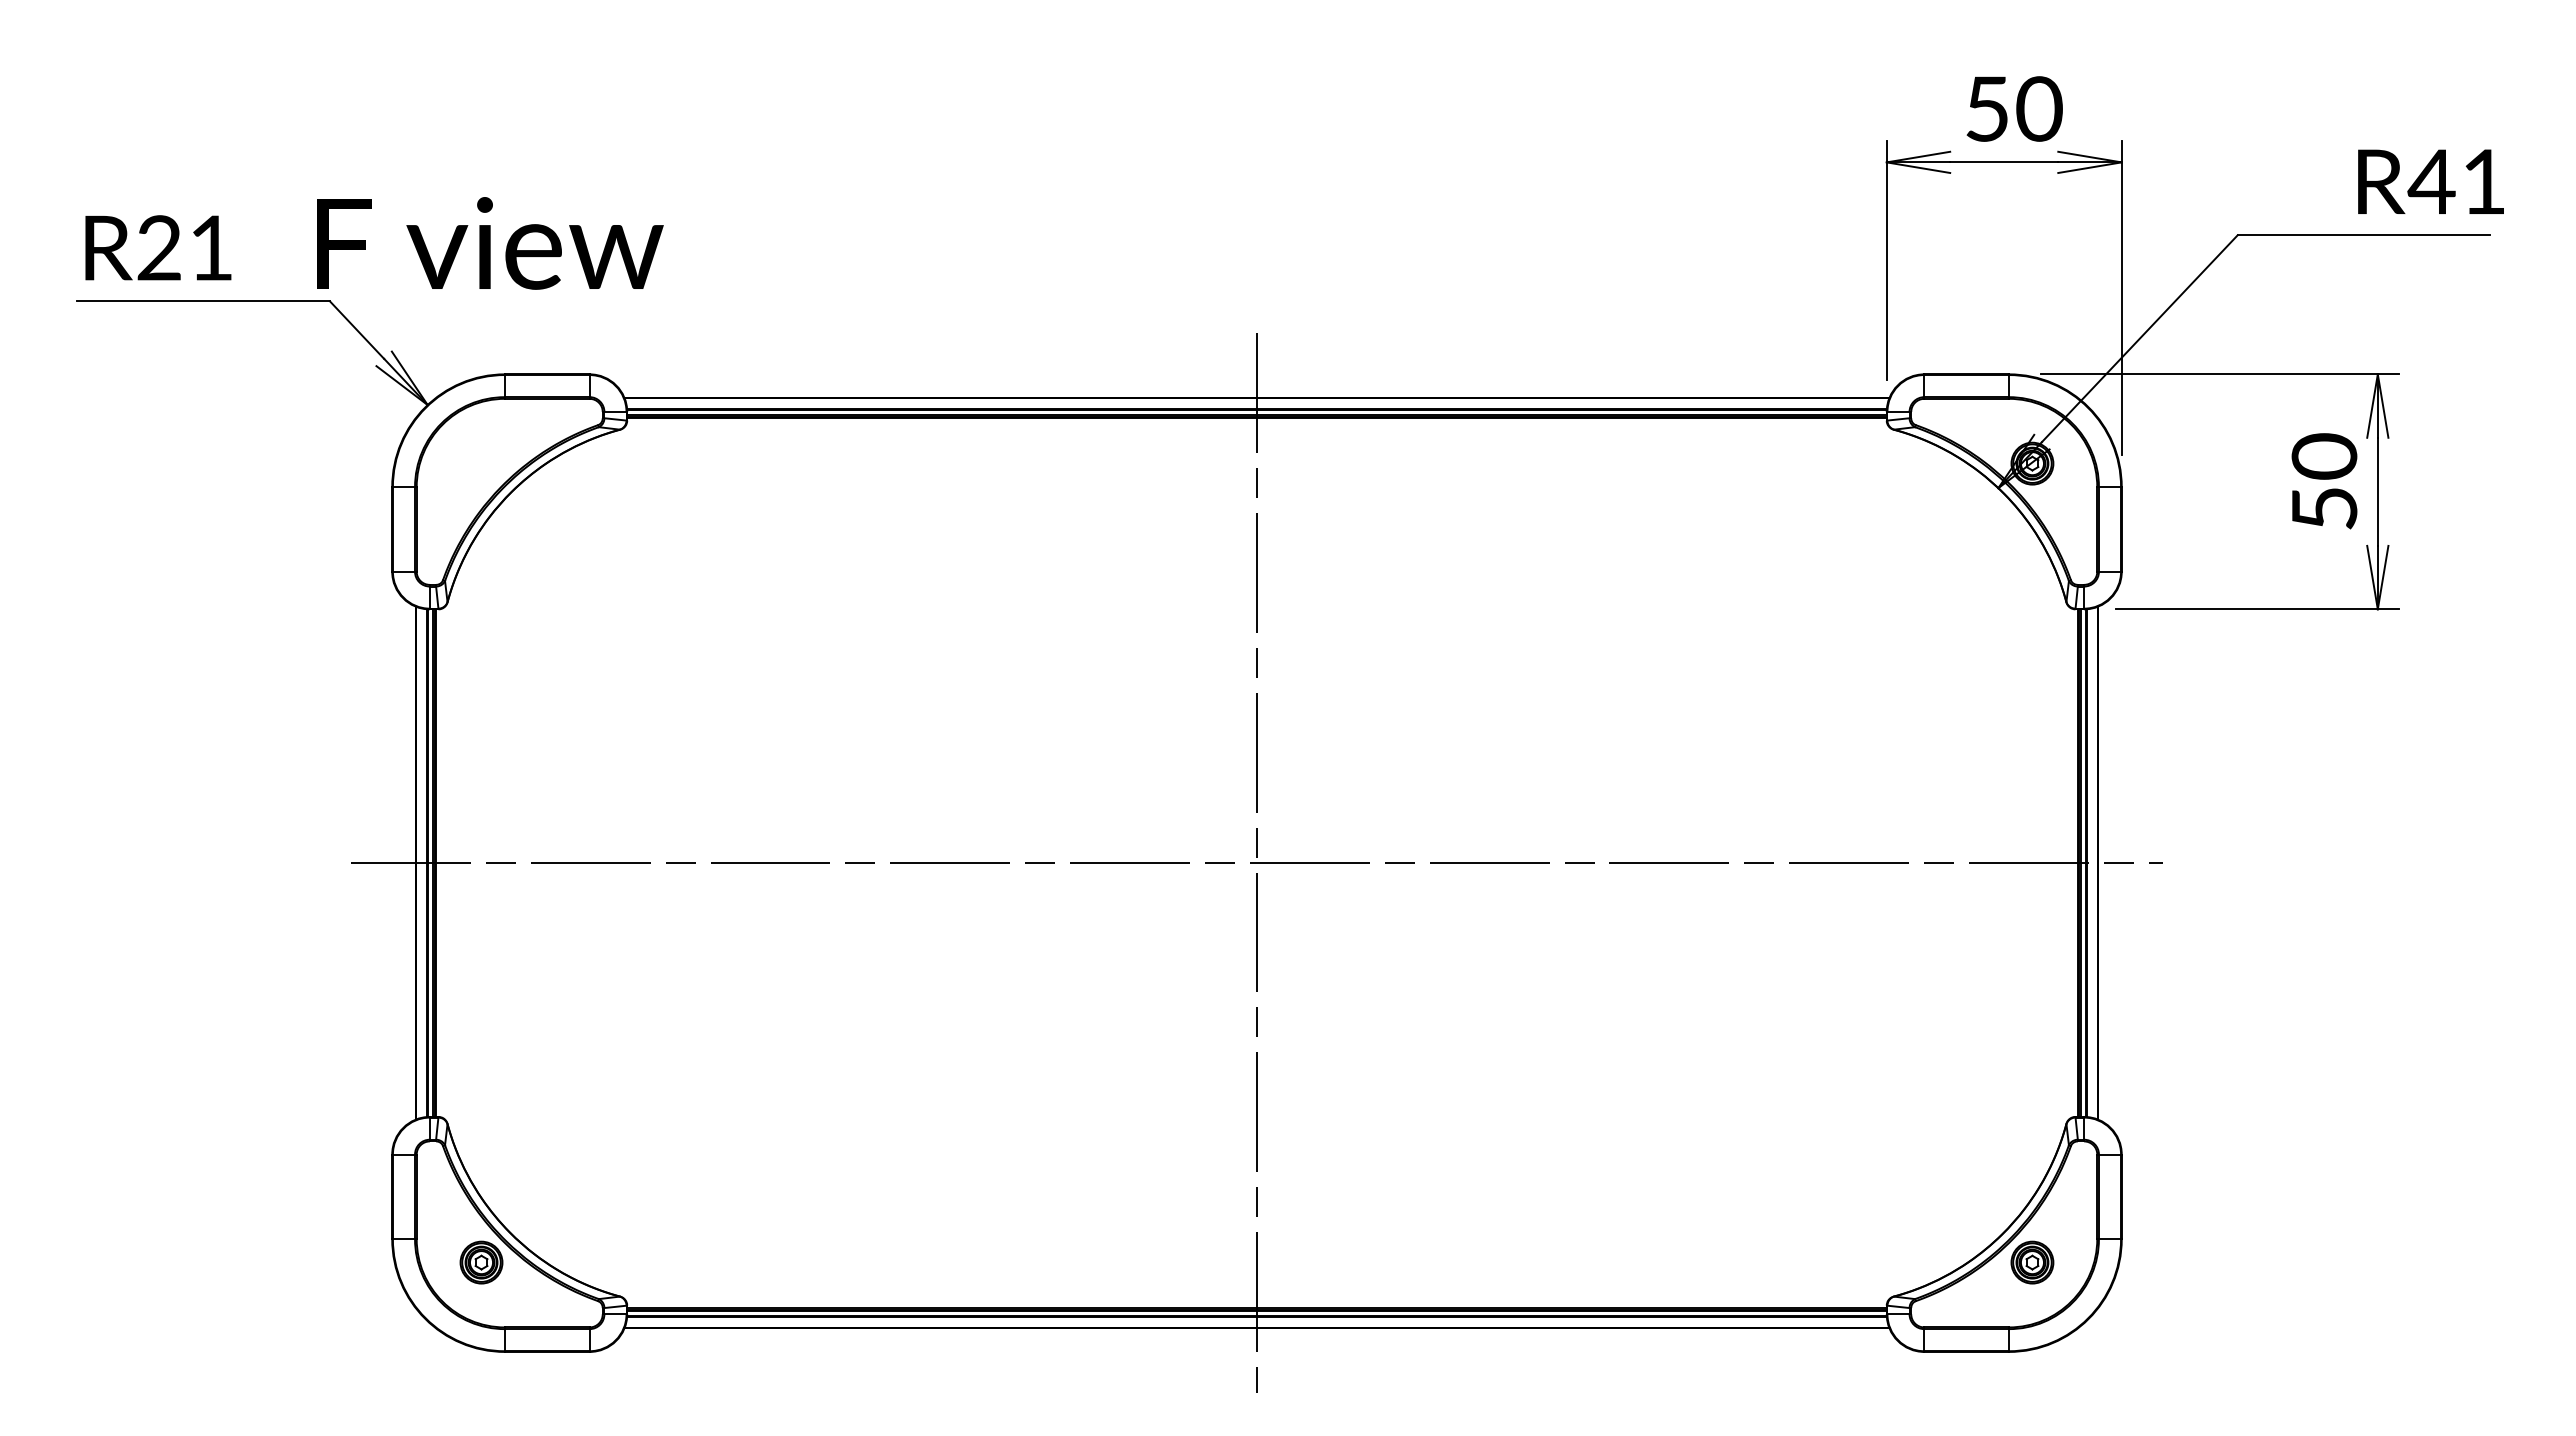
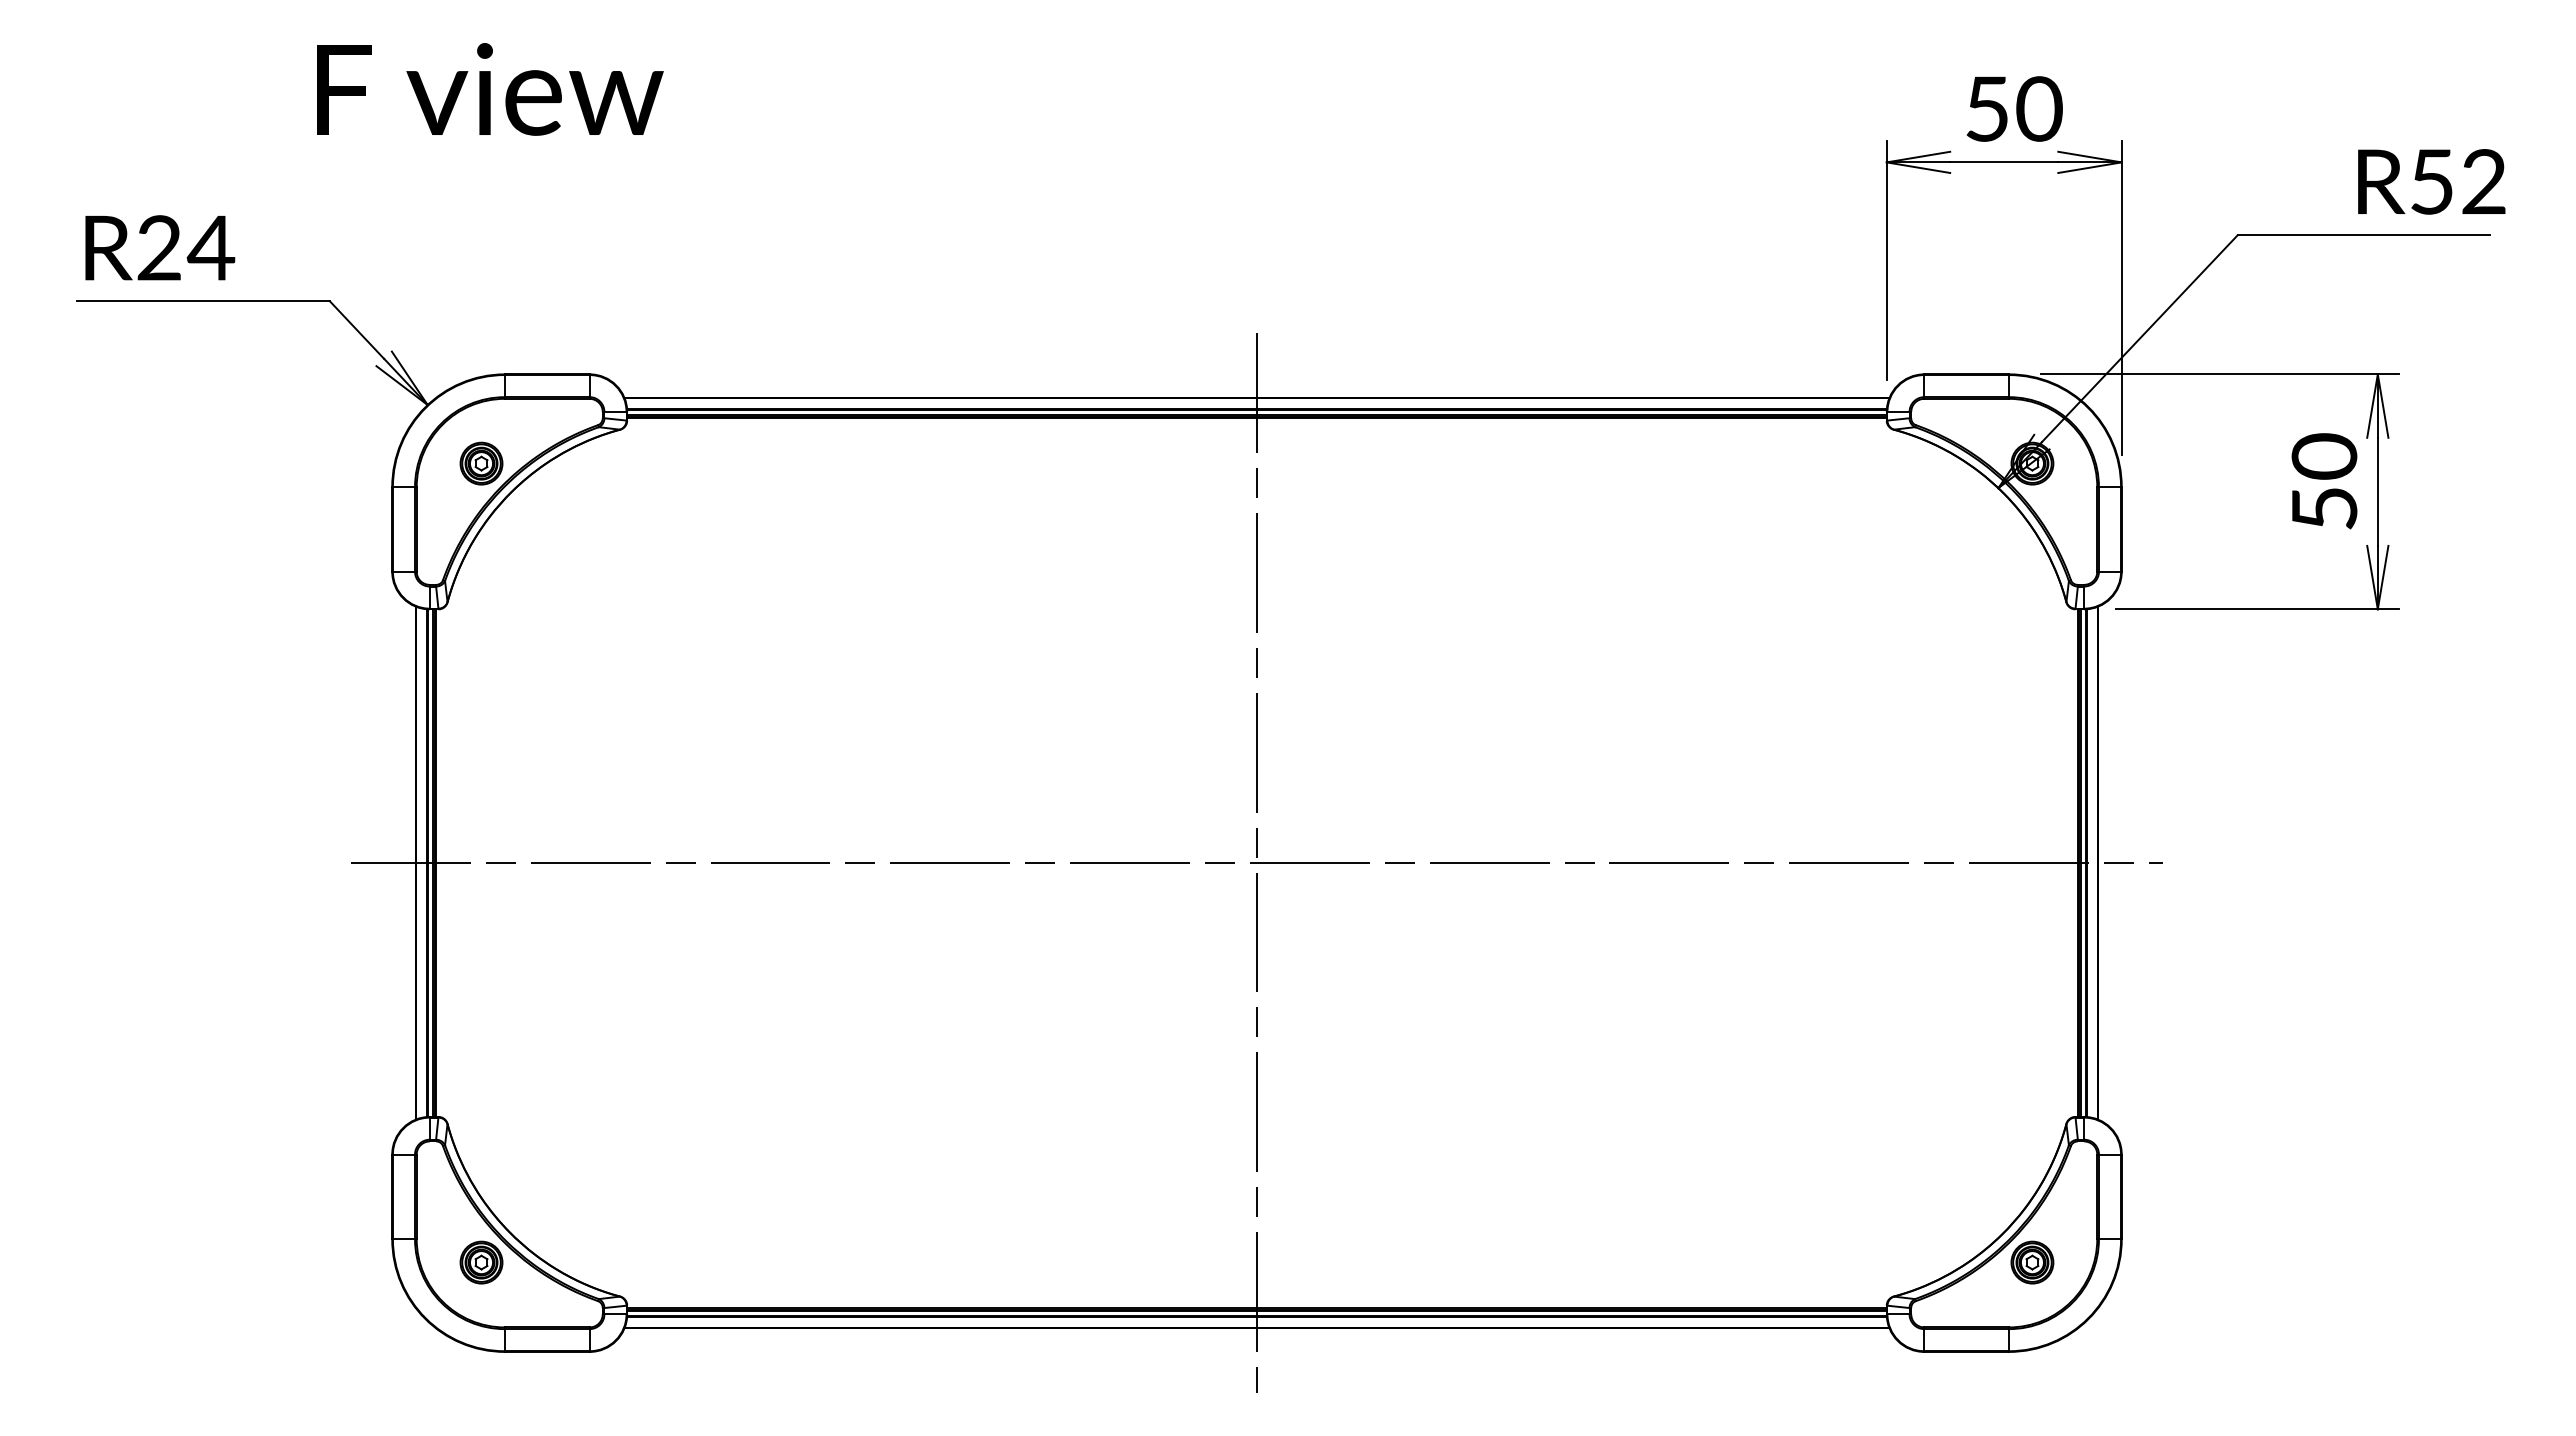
text at (2456, 181): R41 -> R52
text at (490, 243) position: (490, 243) -> (490, 89)
text at (210, 247): R21 -> R24
part at (481, 463): none -> present
